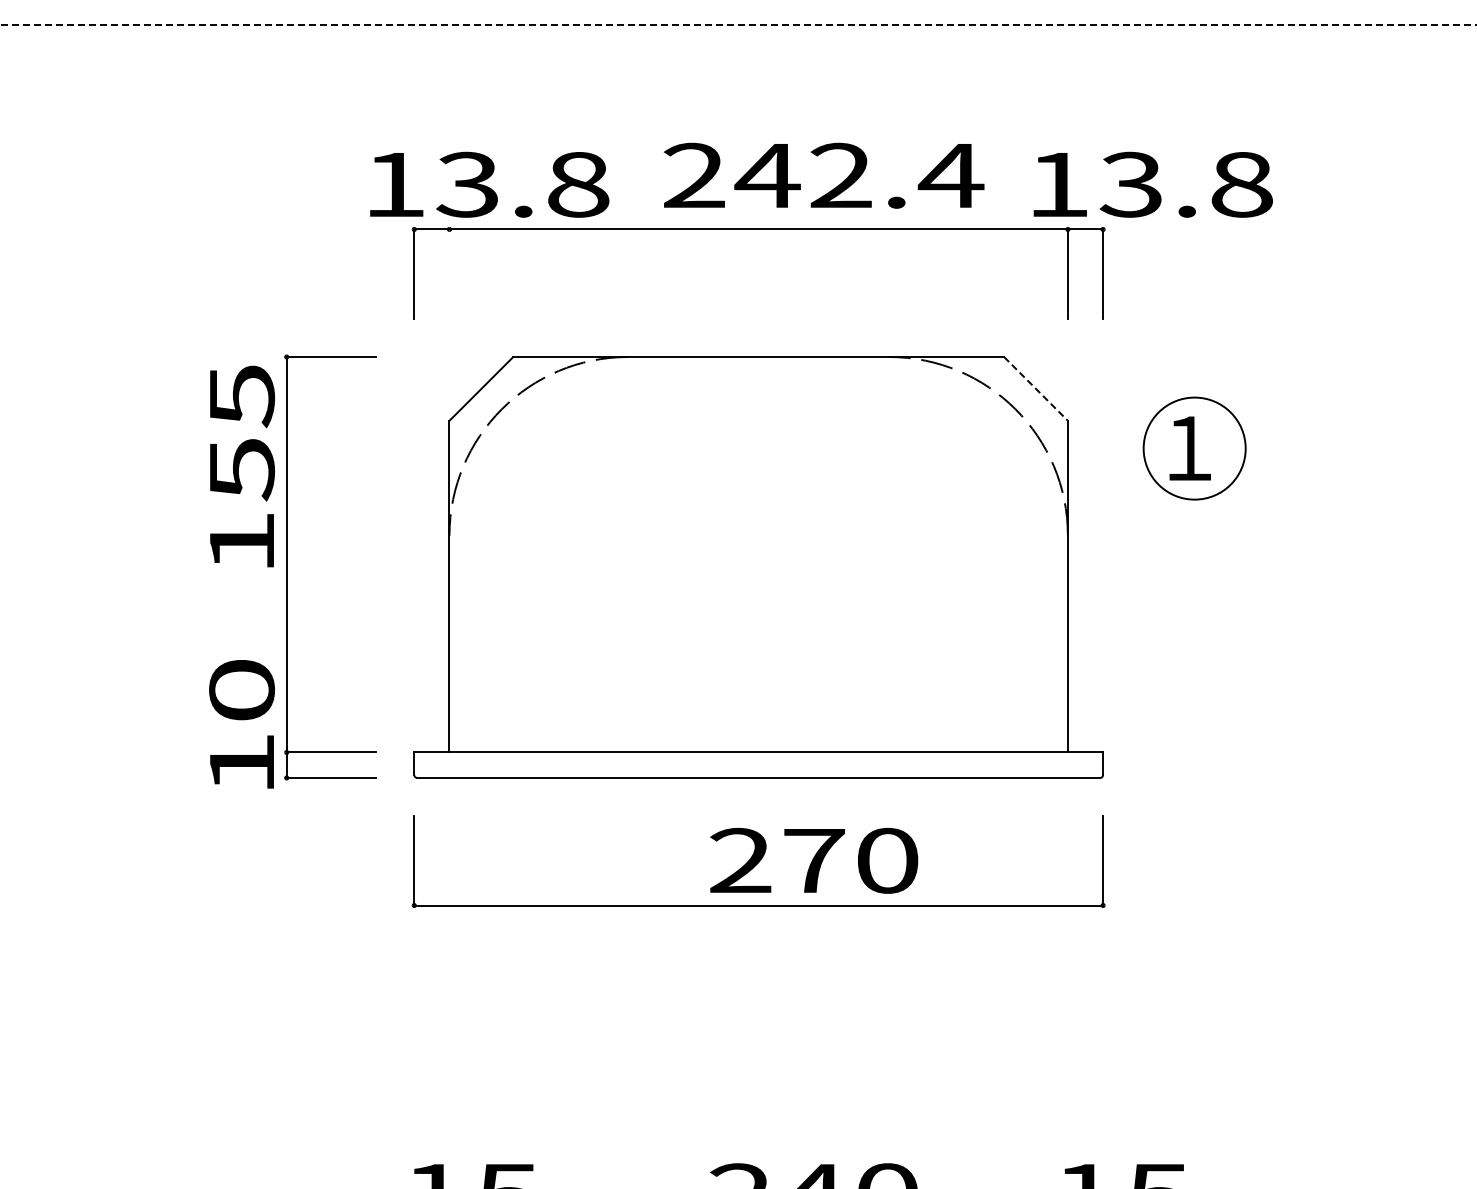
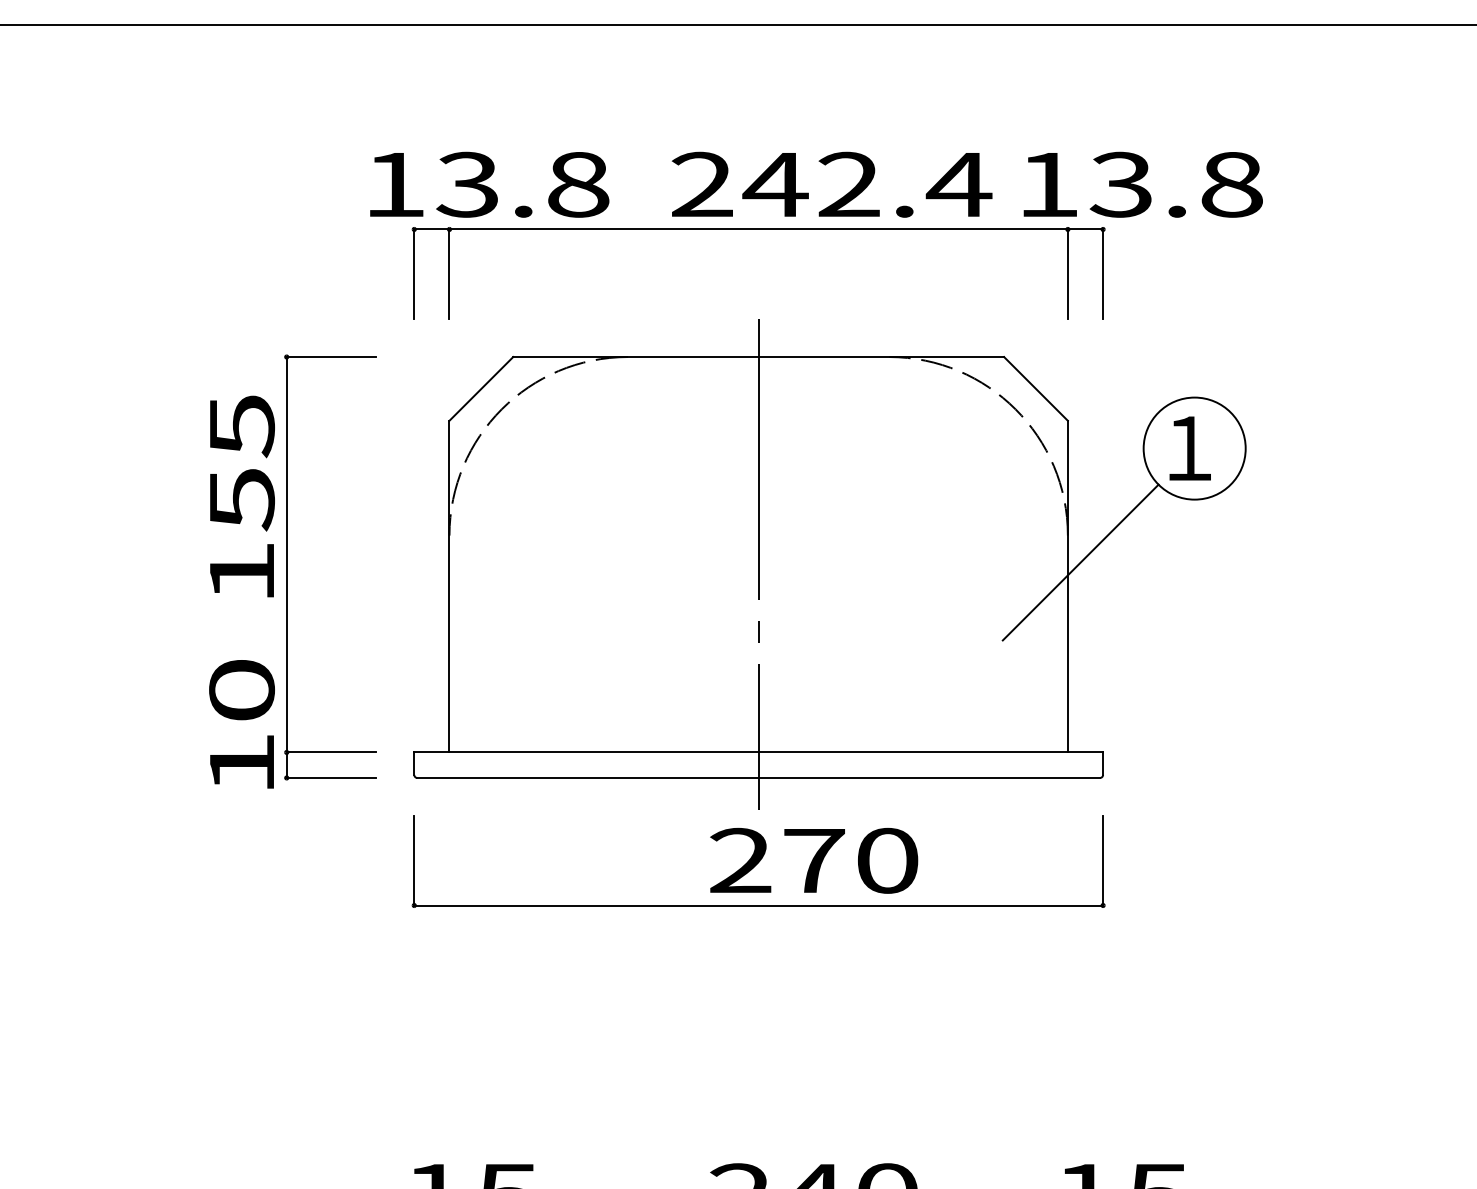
line at (738, 24): dashed -> solid
text at (823, 175) position: (823, 175) -> (831, 184)
text at (1152, 184) position: (1152, 184) -> (1142, 184)
line at (449, 273): none -> present
line at (1036, 389): dashed -> solid
text at (242, 466) position: (242, 466) -> (242, 496)
line at (1080, 562): none -> present
line at (758, 563): none -> present
